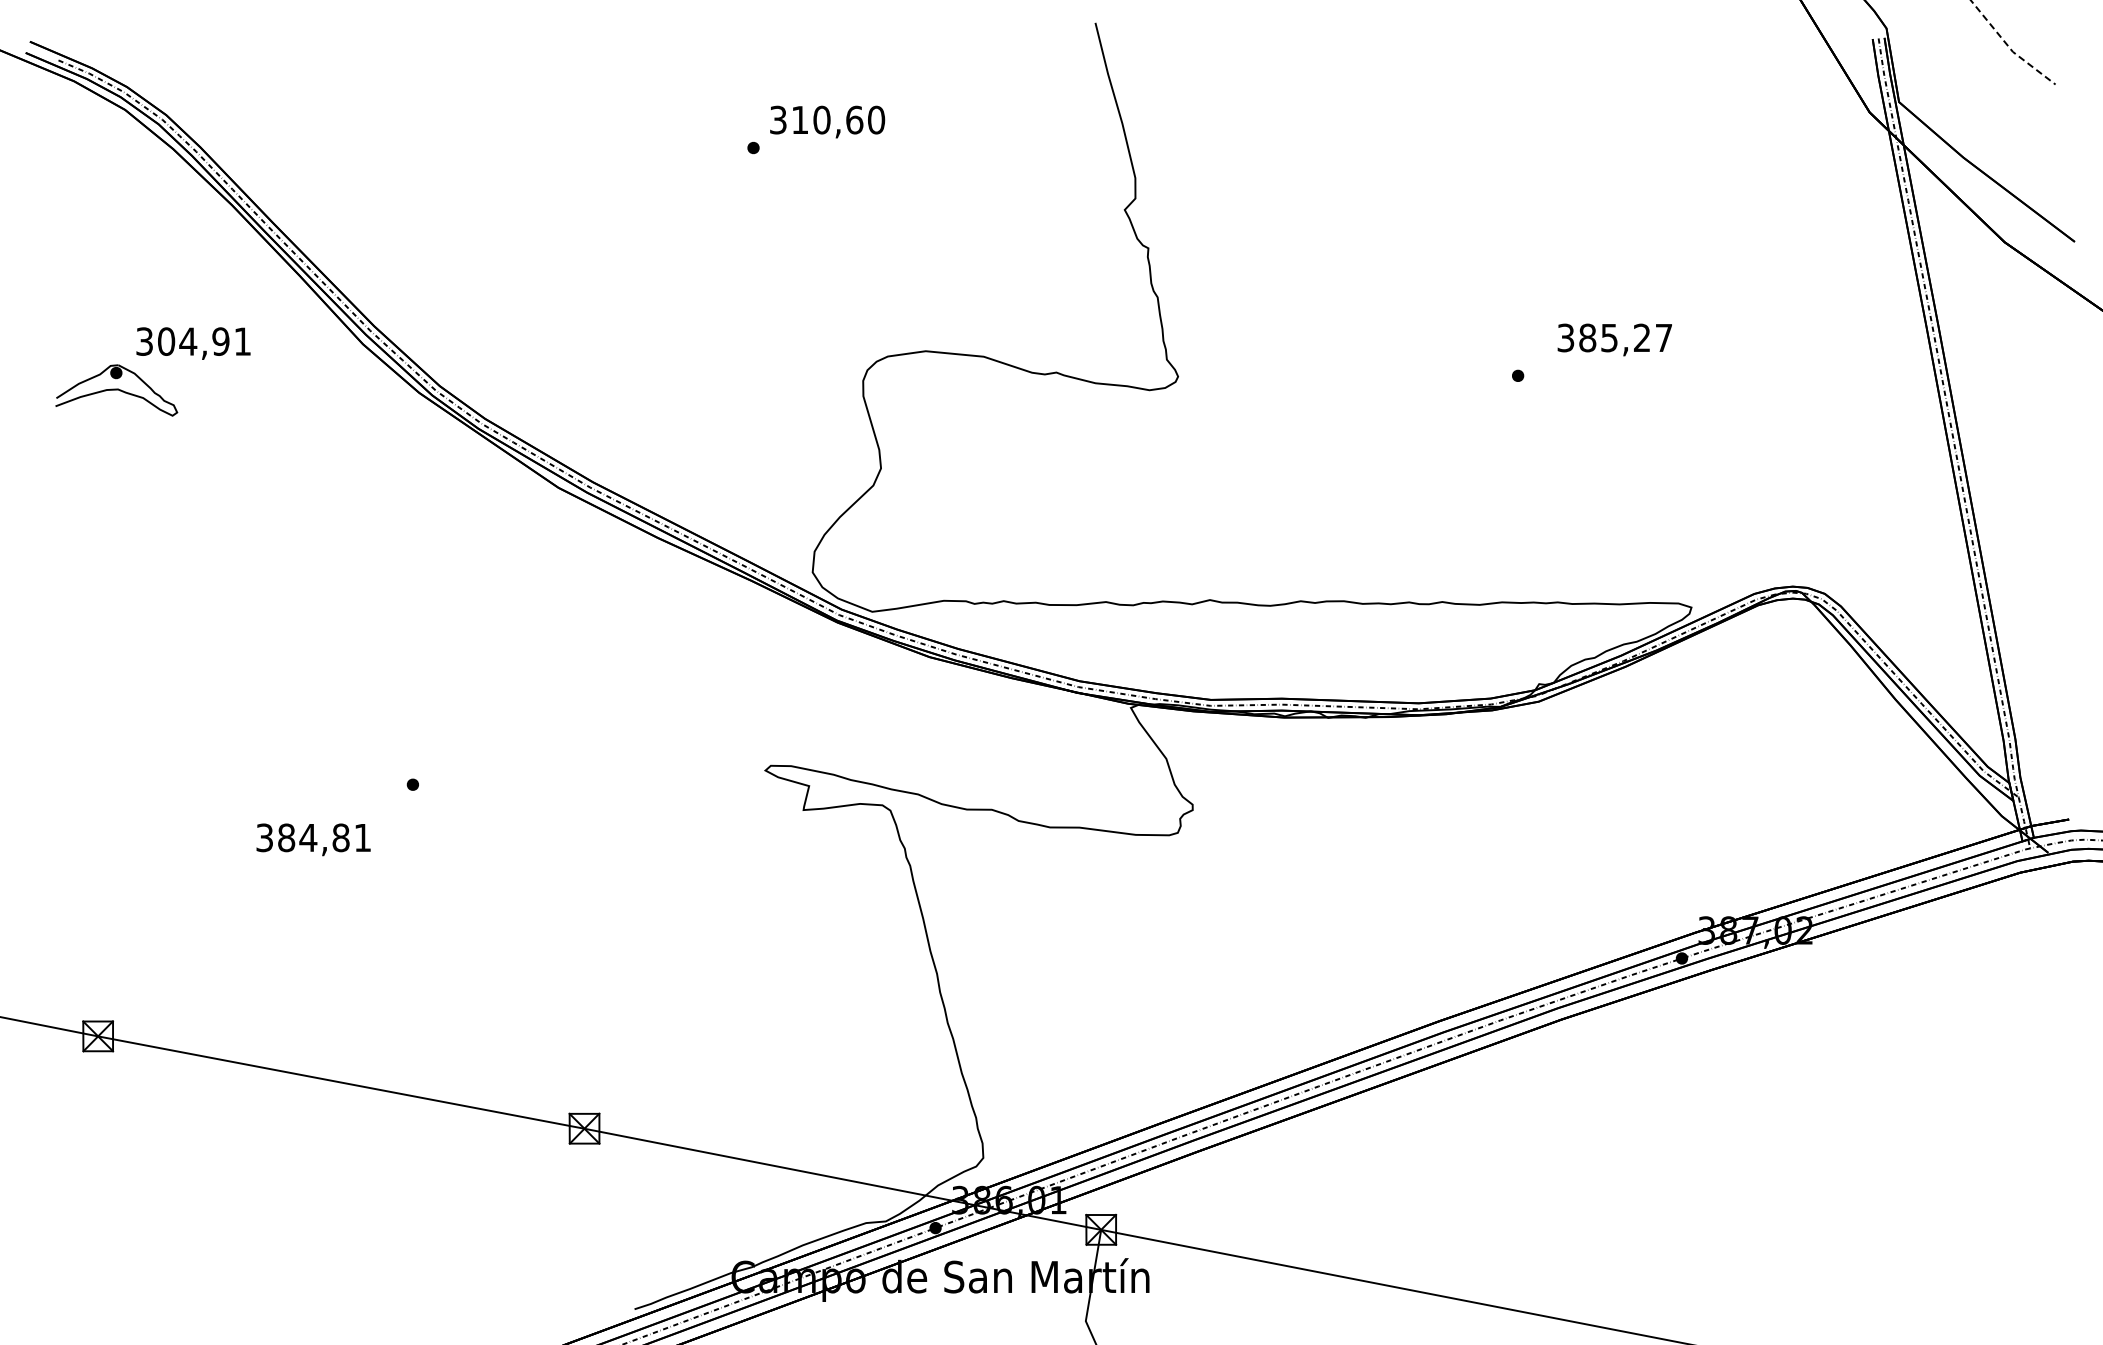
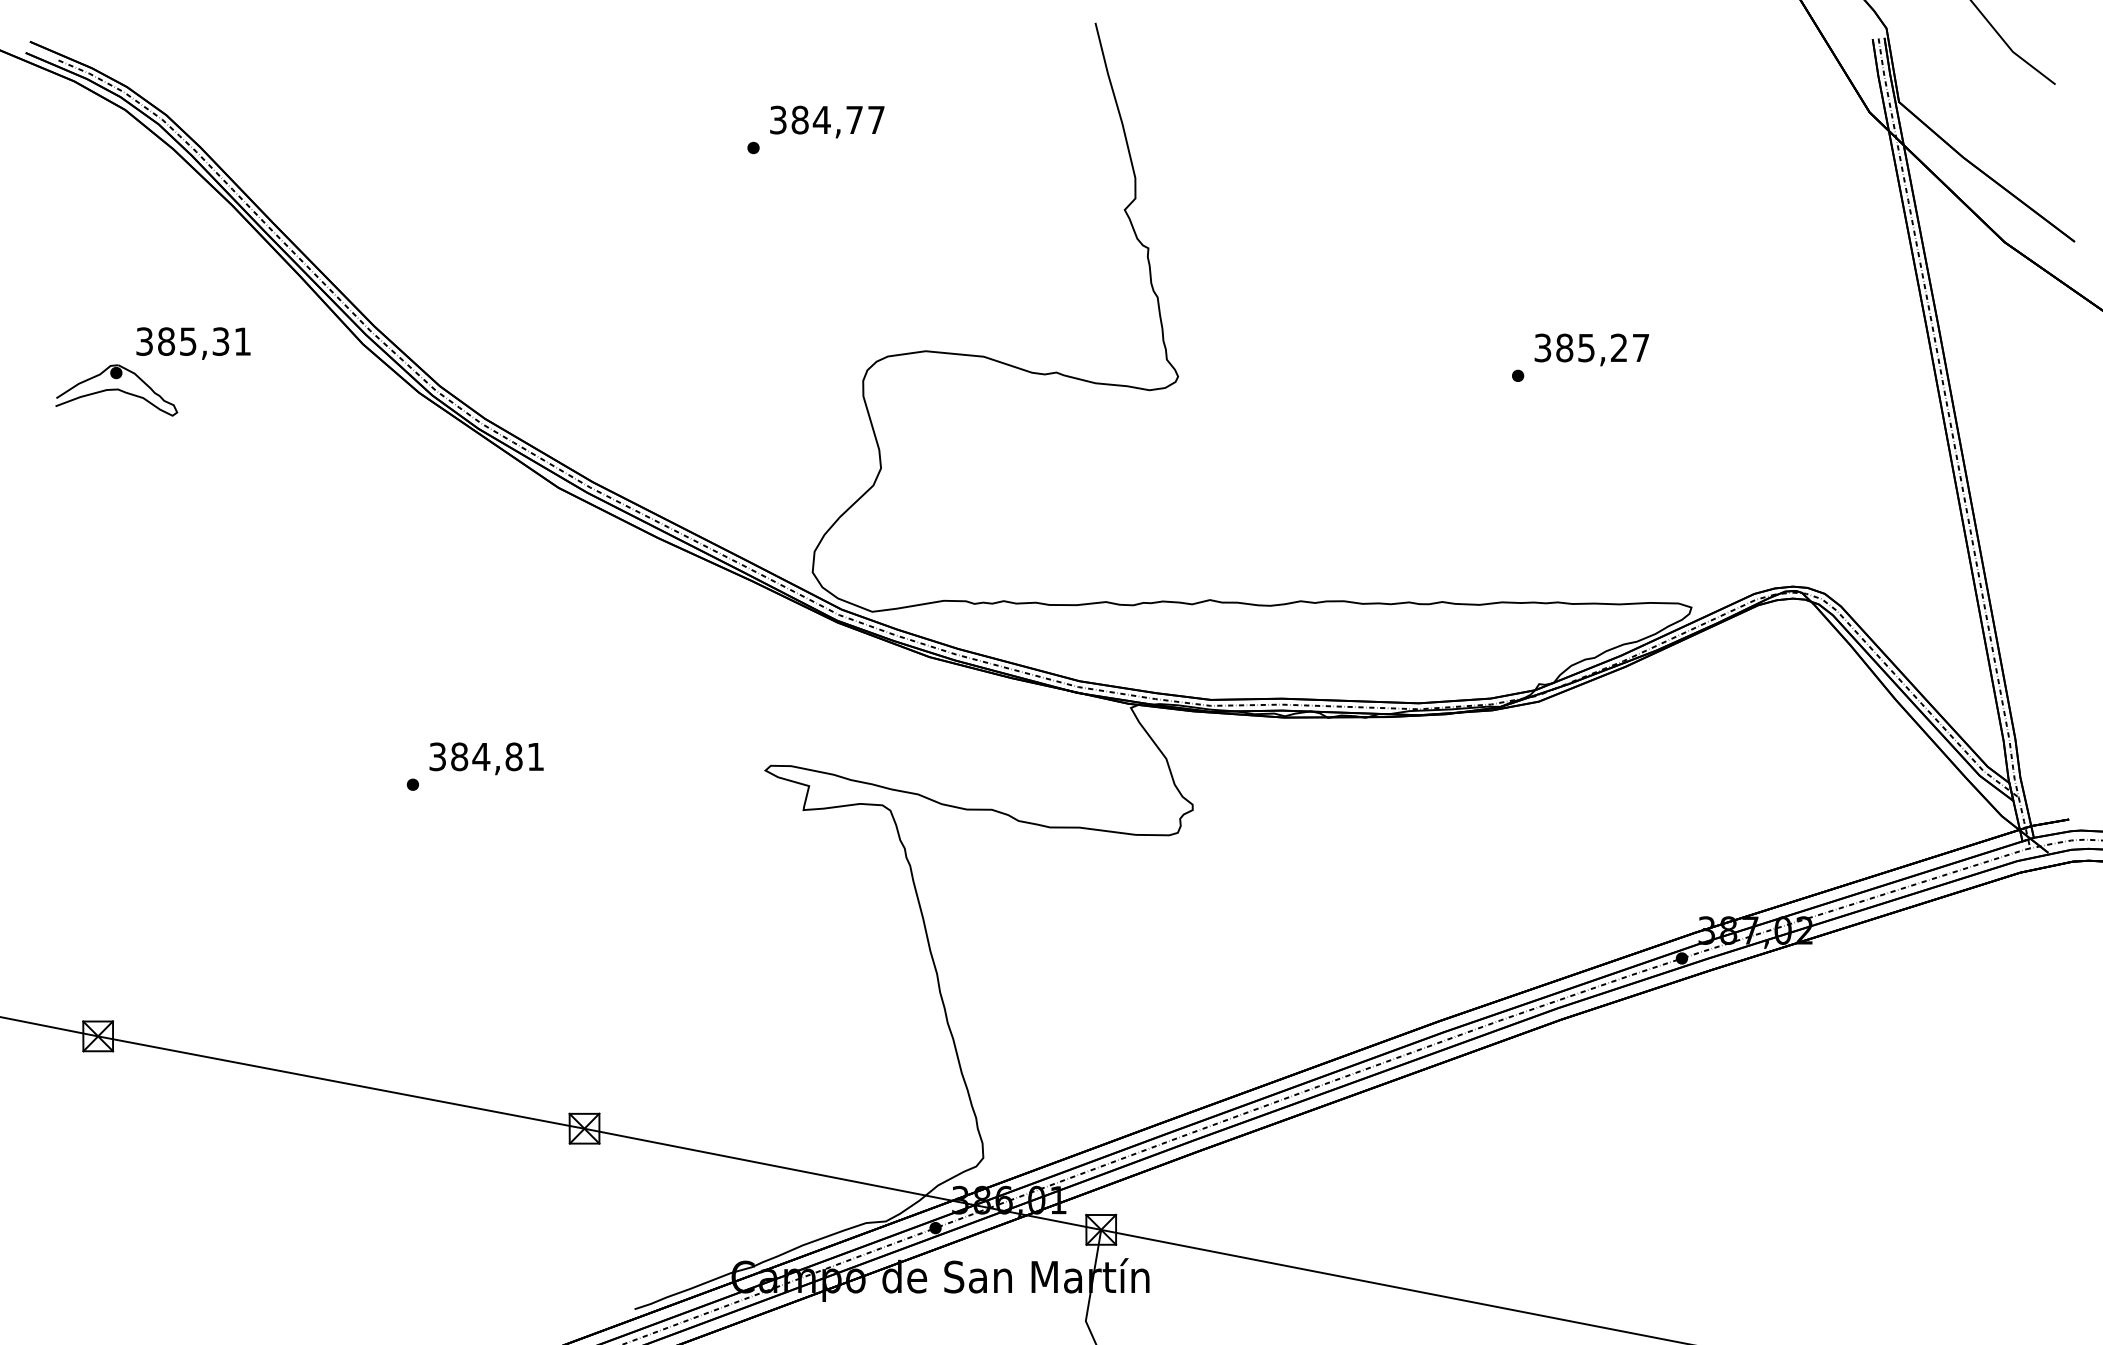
line at (2009, 47): dashed -> solid
text at (838, 119): 310,60 -> 384,77
text at (1614, 339) position: (1614, 339) -> (1591, 349)
text at (193, 341): 304,91 -> 385,31
text at (313, 839) position: (313, 839) -> (486, 758)
